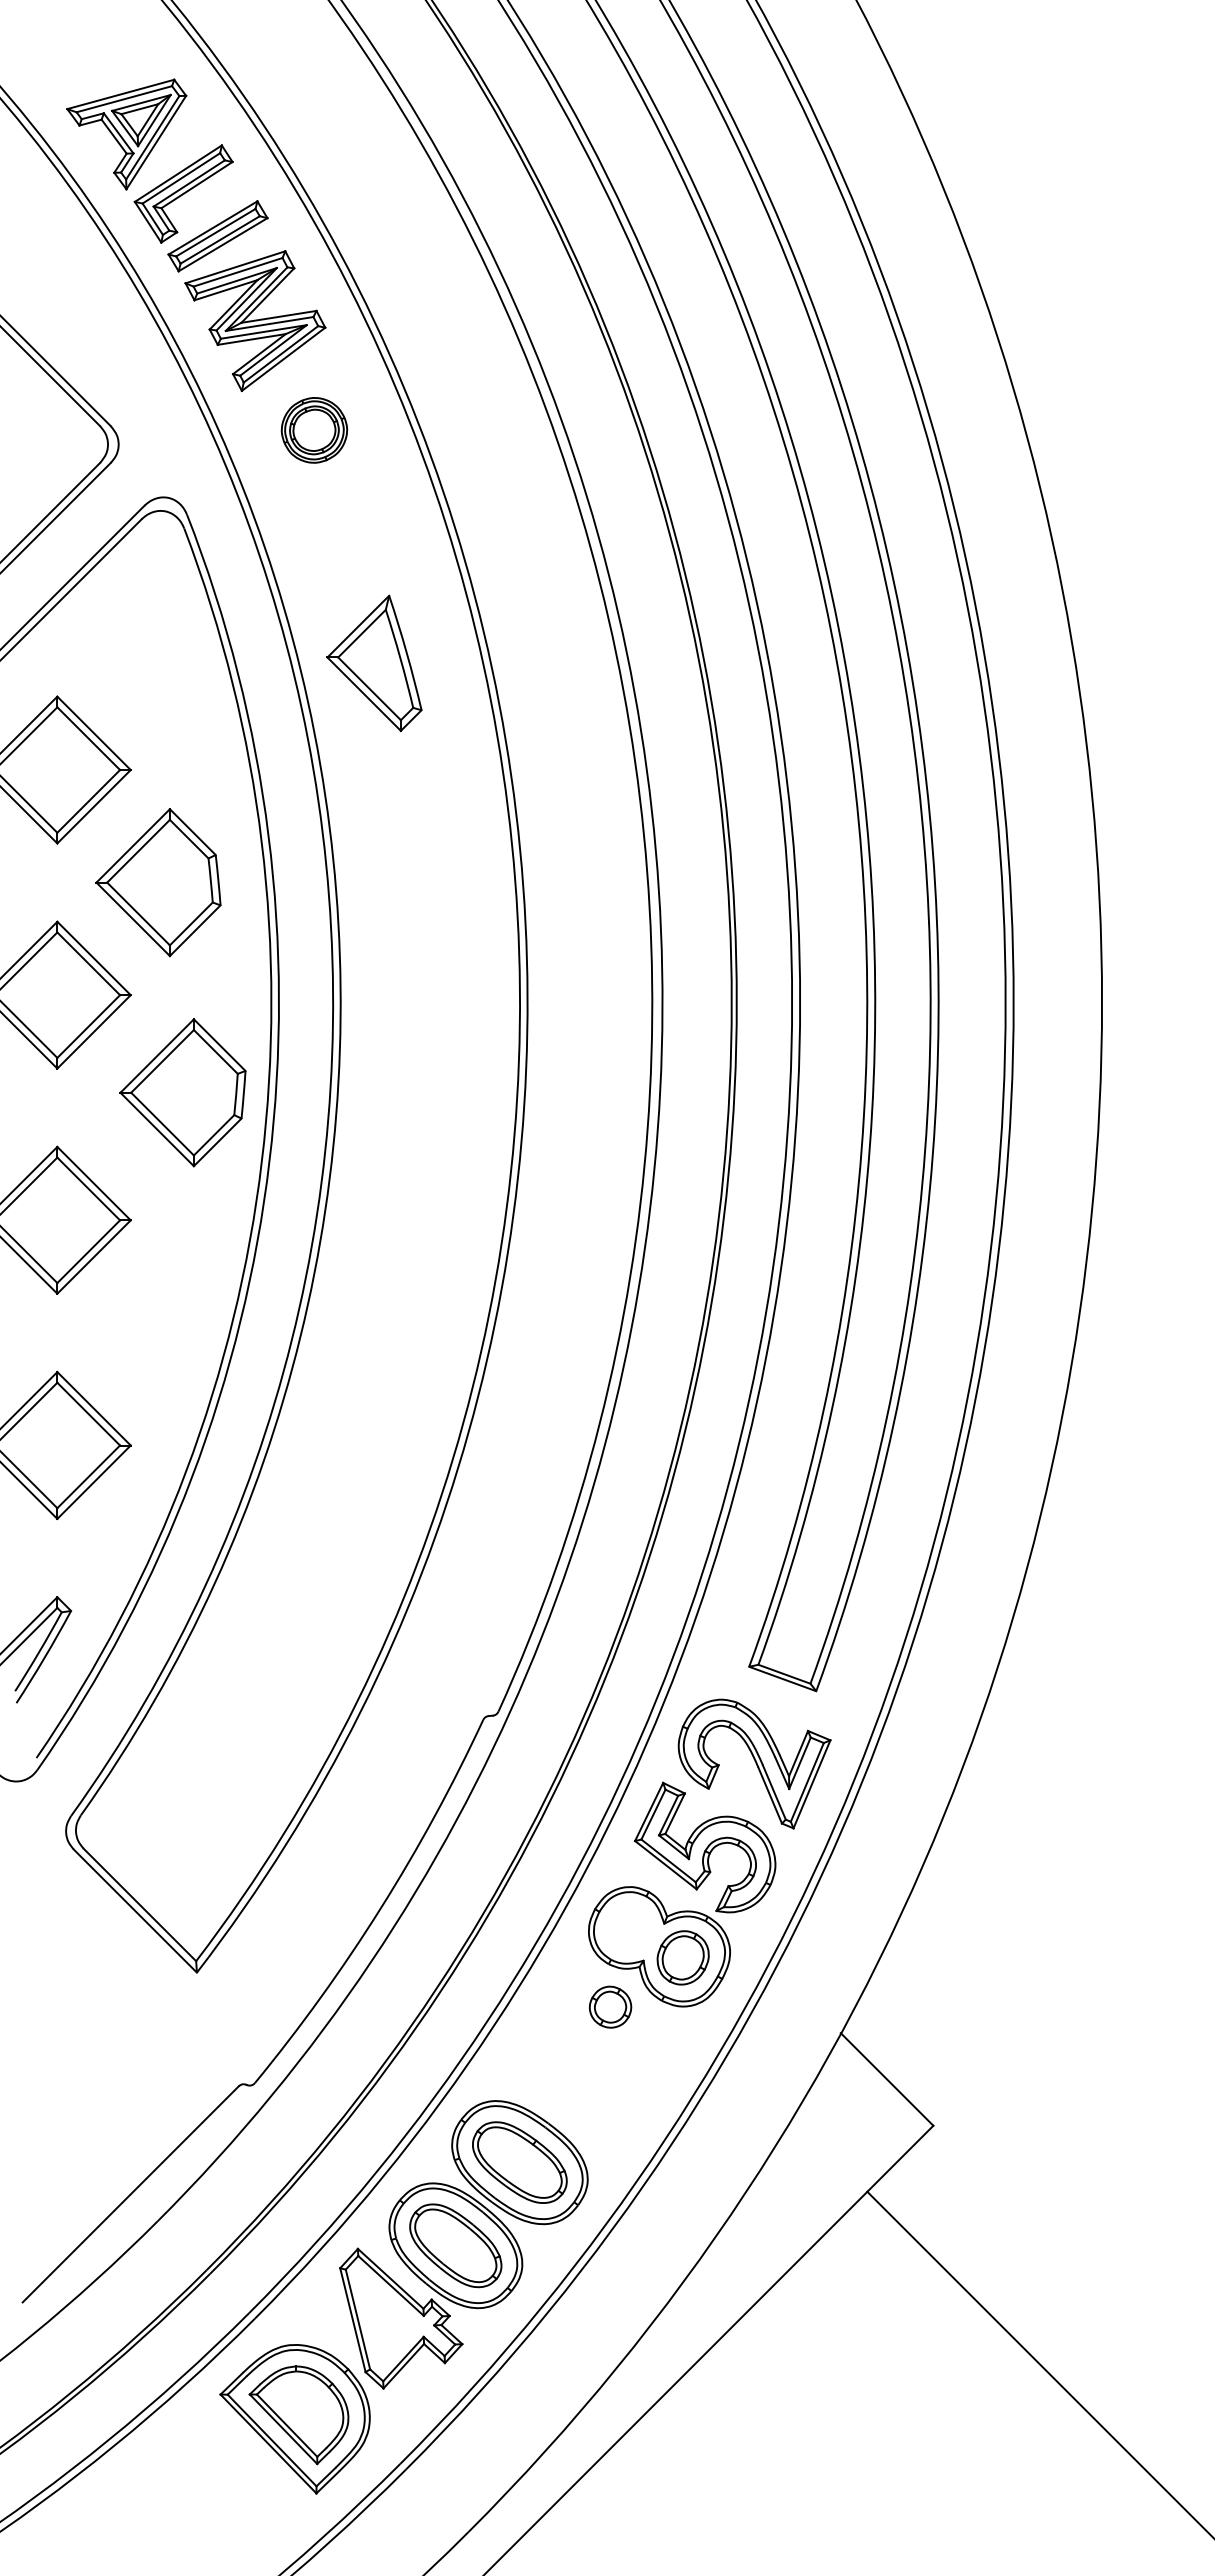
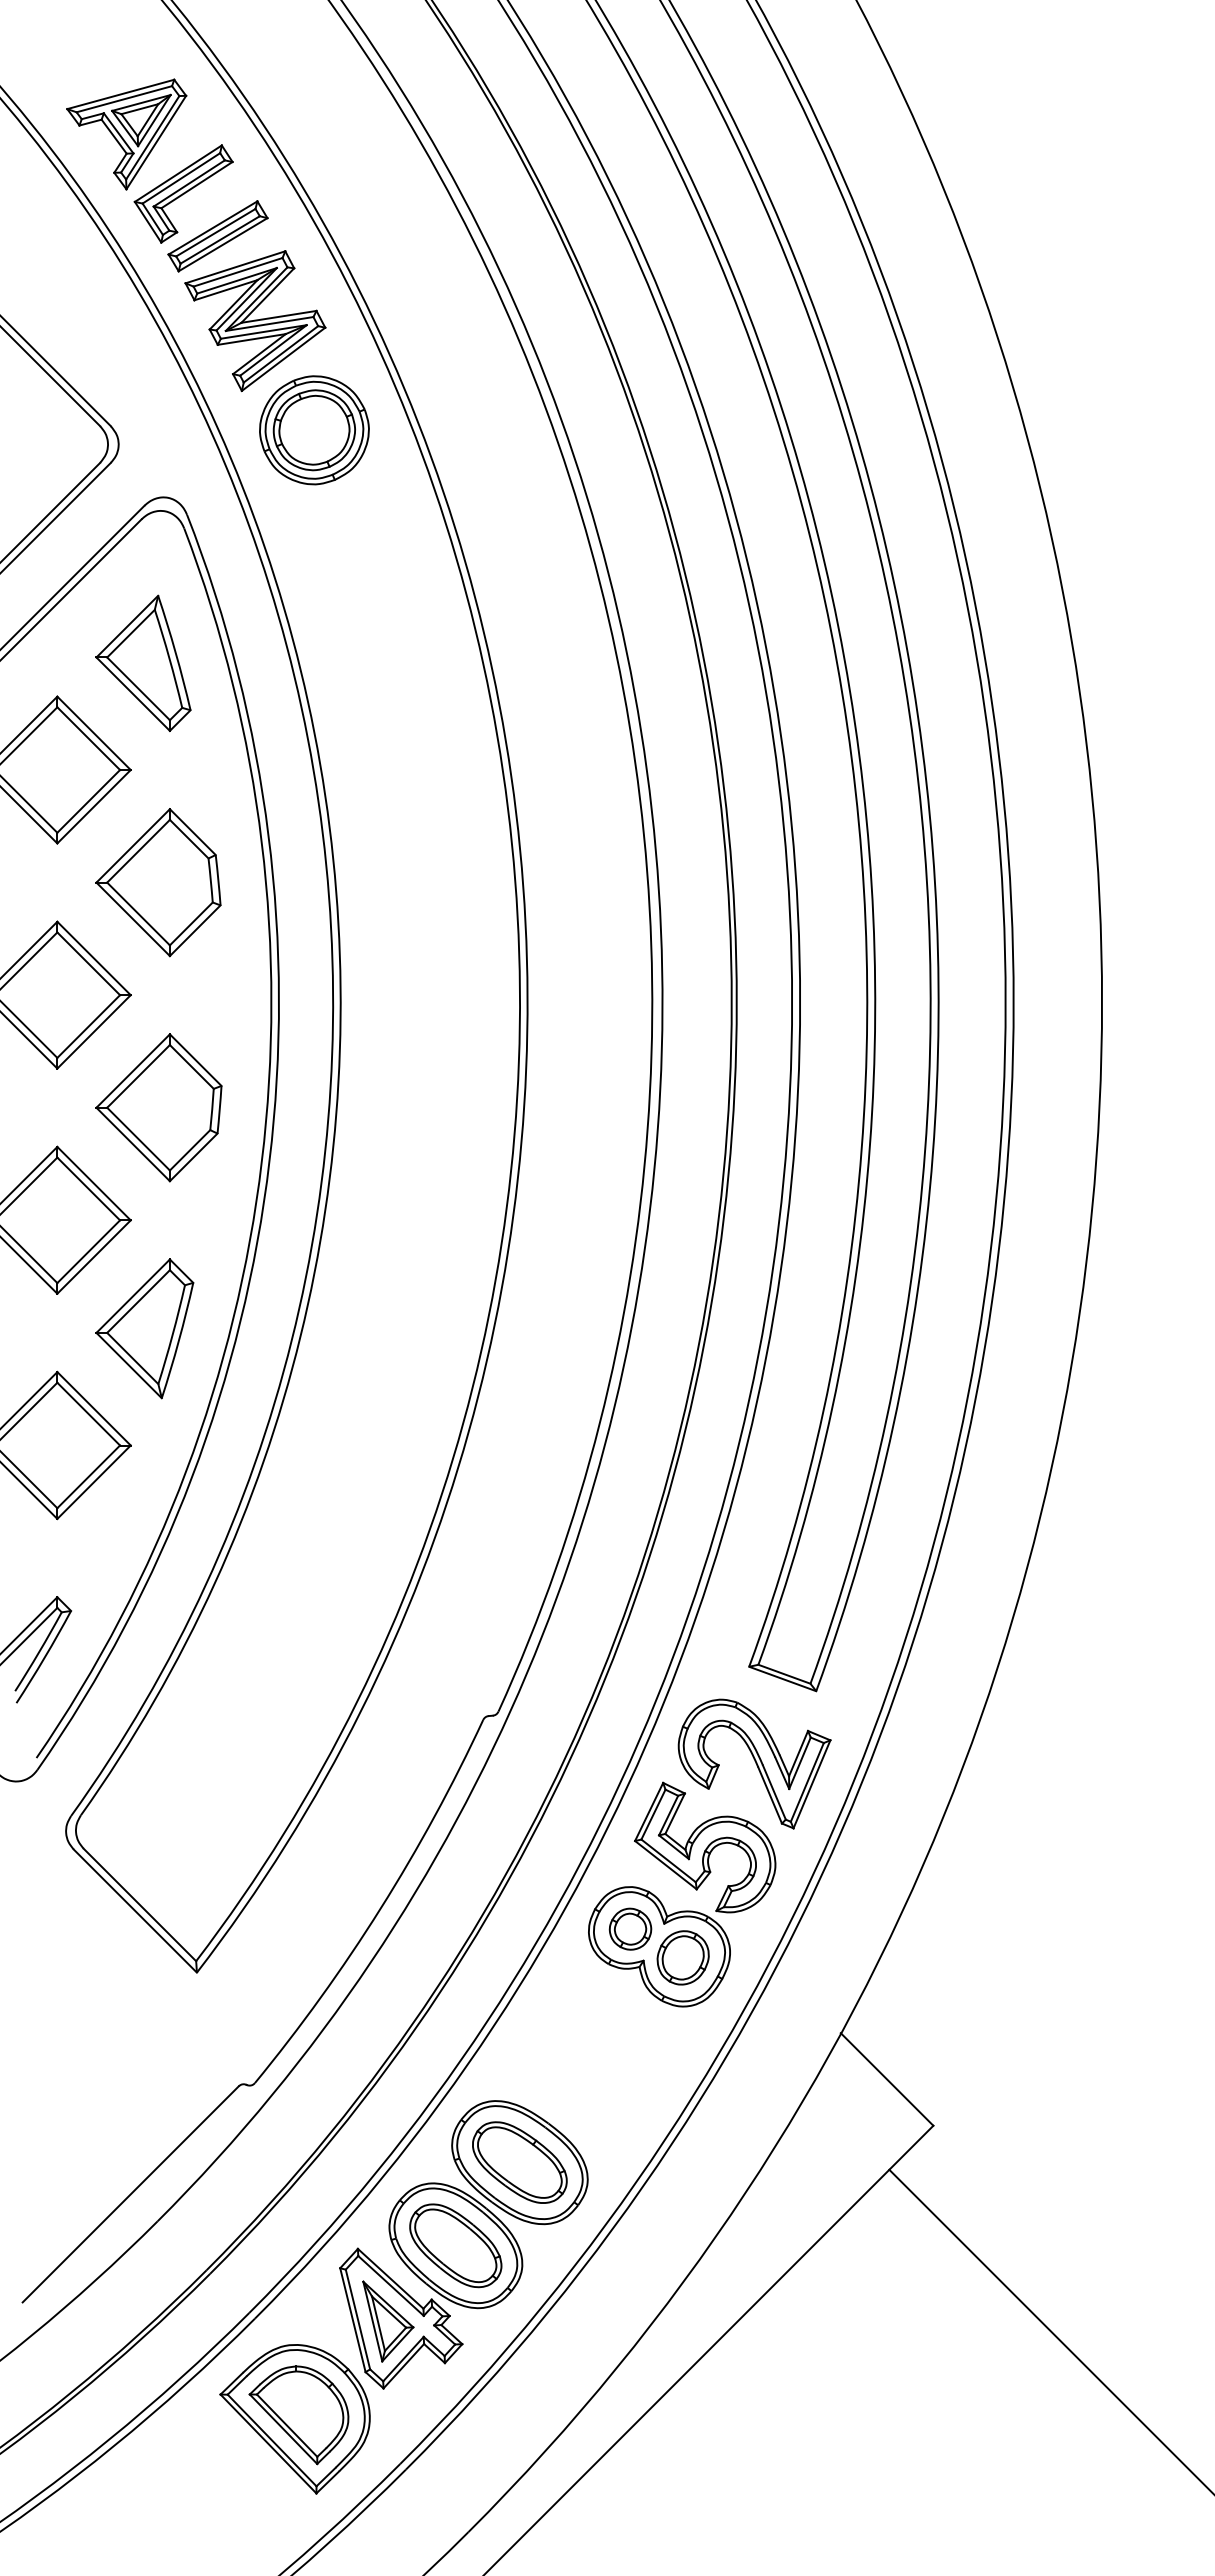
part at (314, 430) size: 69x67 px -> 111x111 px
part at (374, 662) position: (374, 662) -> (143, 662)
part at (182, 1092) position: (182, 1092) -> (158, 1107)
part at (144, 1328): none -> present
part at (610, 2006) position: (610, 2006) -> (630, 1928)
part at (388, 2321): none -> present
line at (1039, 2363) position: (1039, 2363) -> (1050, 2330)
